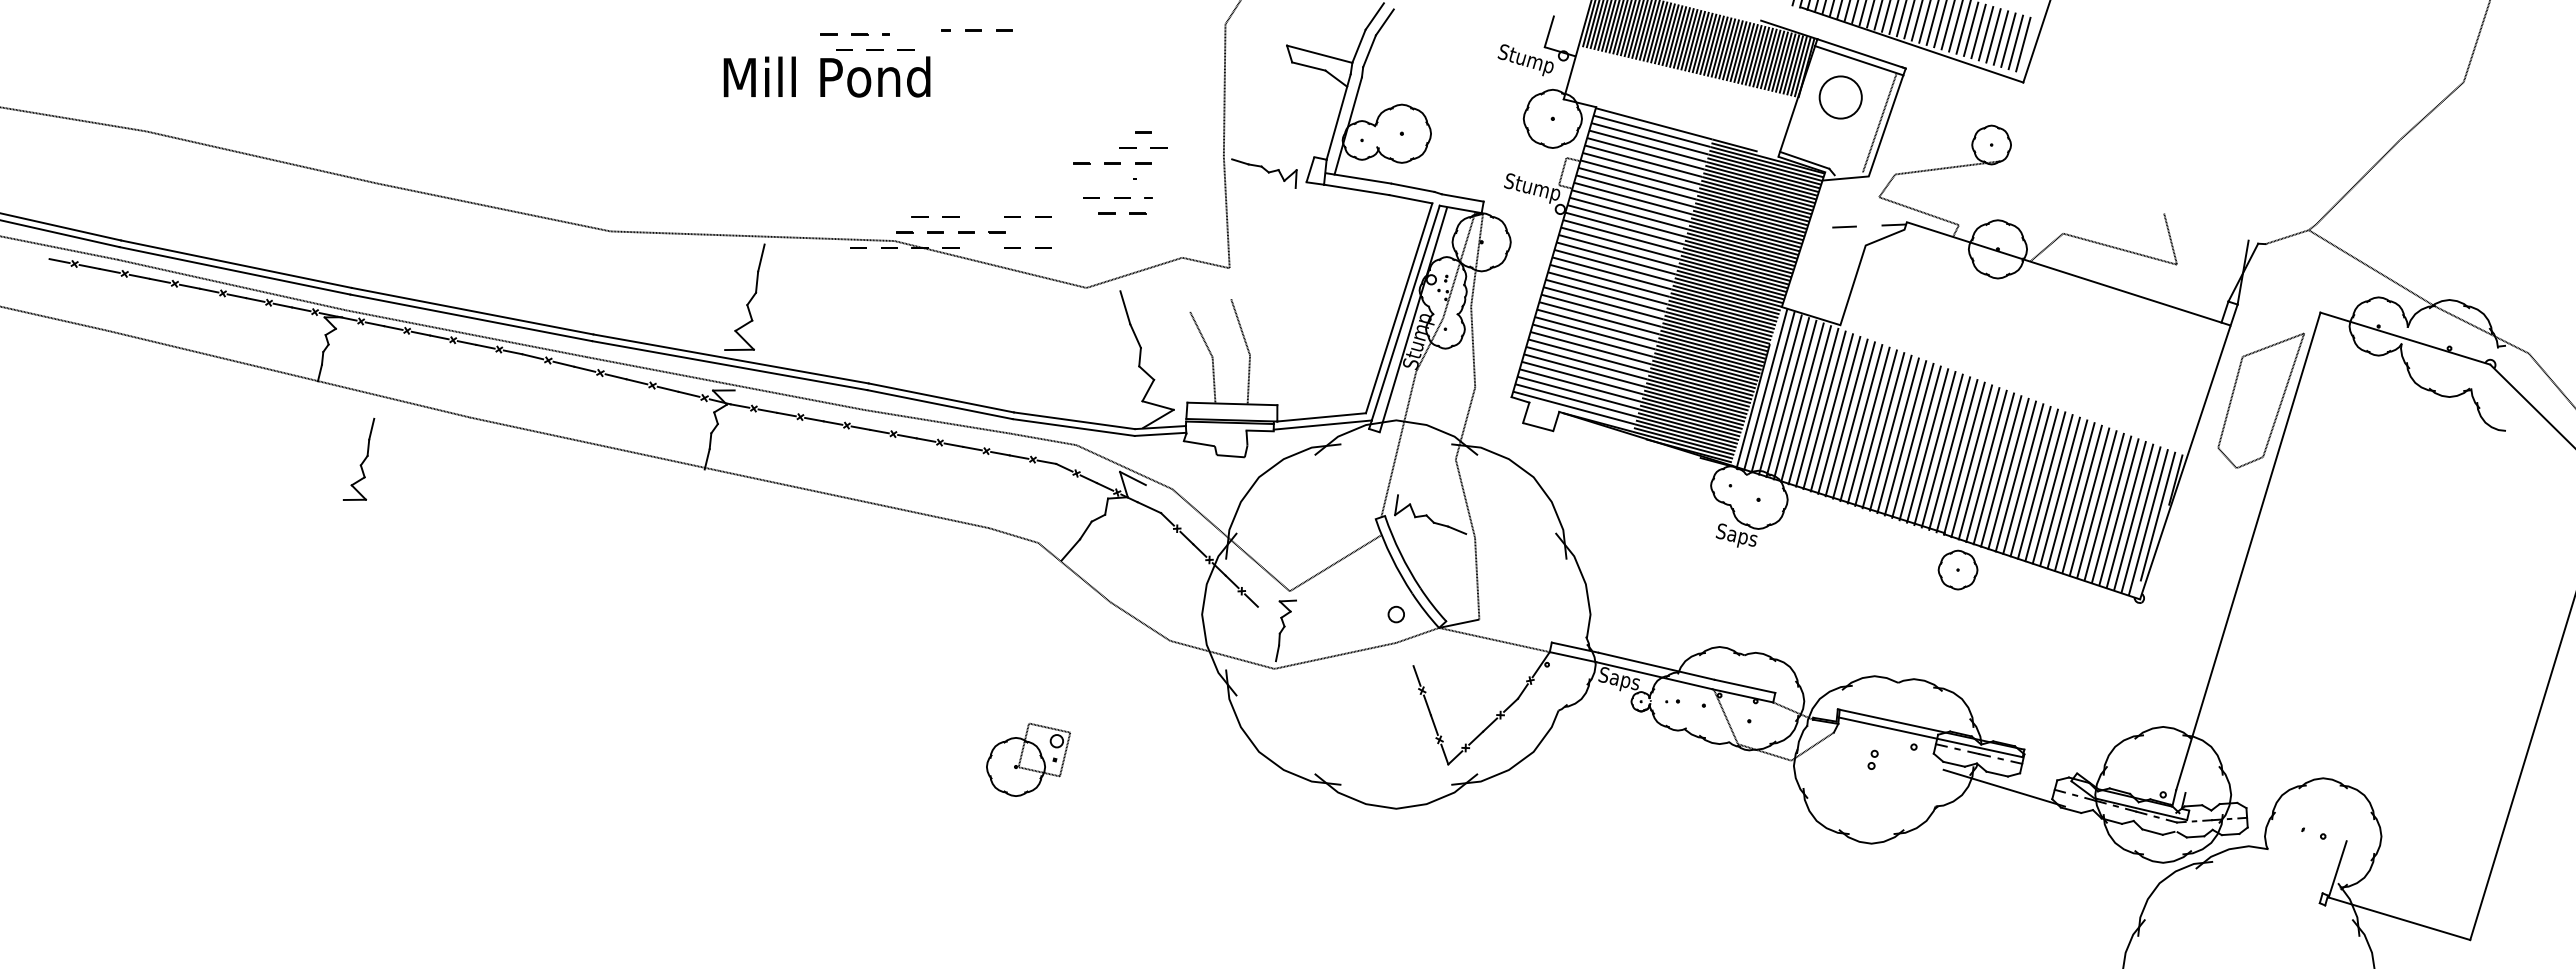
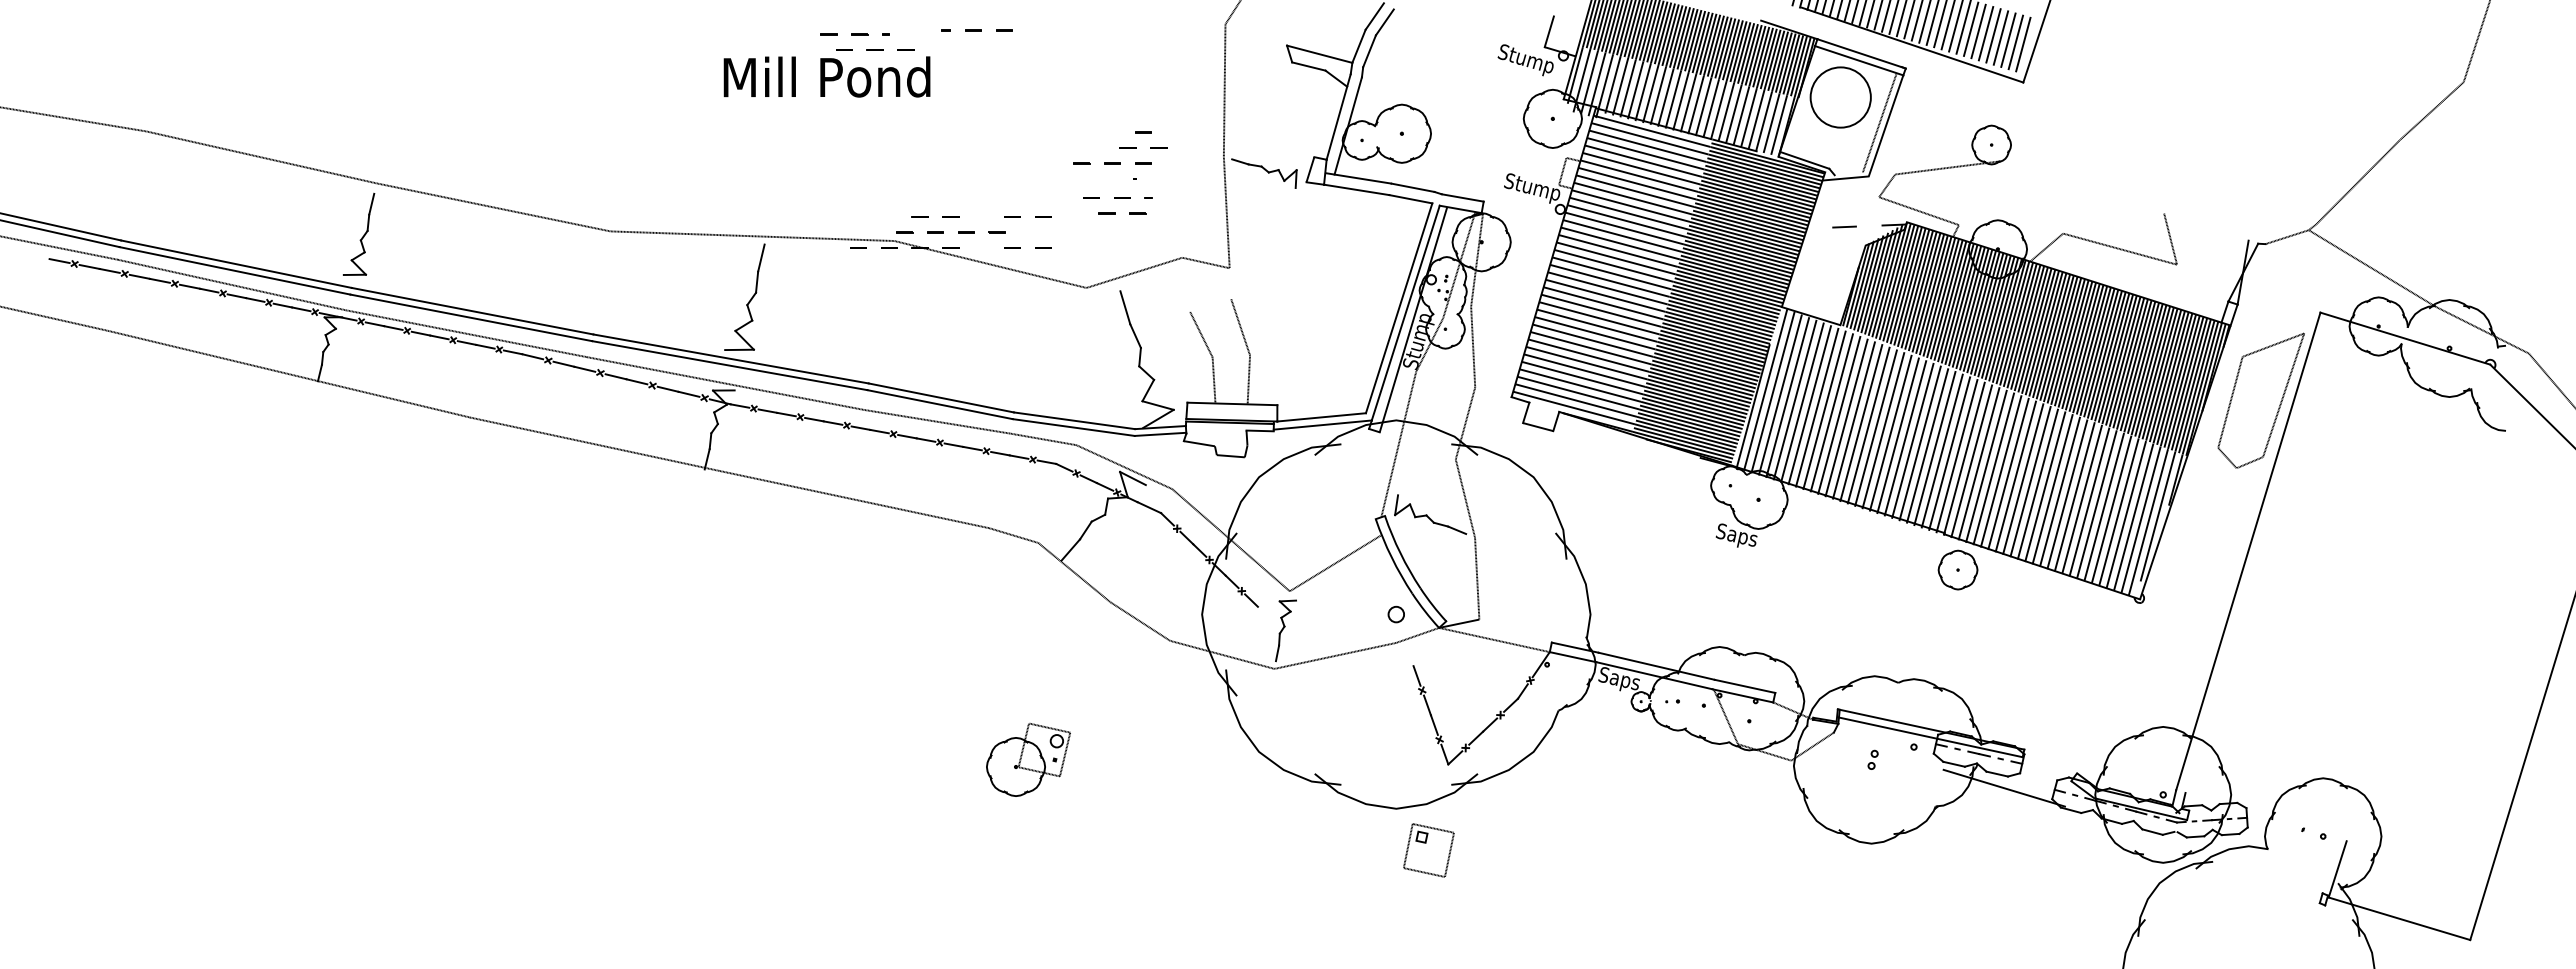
circle at (1840, 97) diameter: 42 px -> 60 px
hatch at (1680, 101): none -> present
hatch at (2036, 338): none -> present
part at (359, 458) position: (359, 458) -> (359, 233)
part at (1428, 850): none -> present
